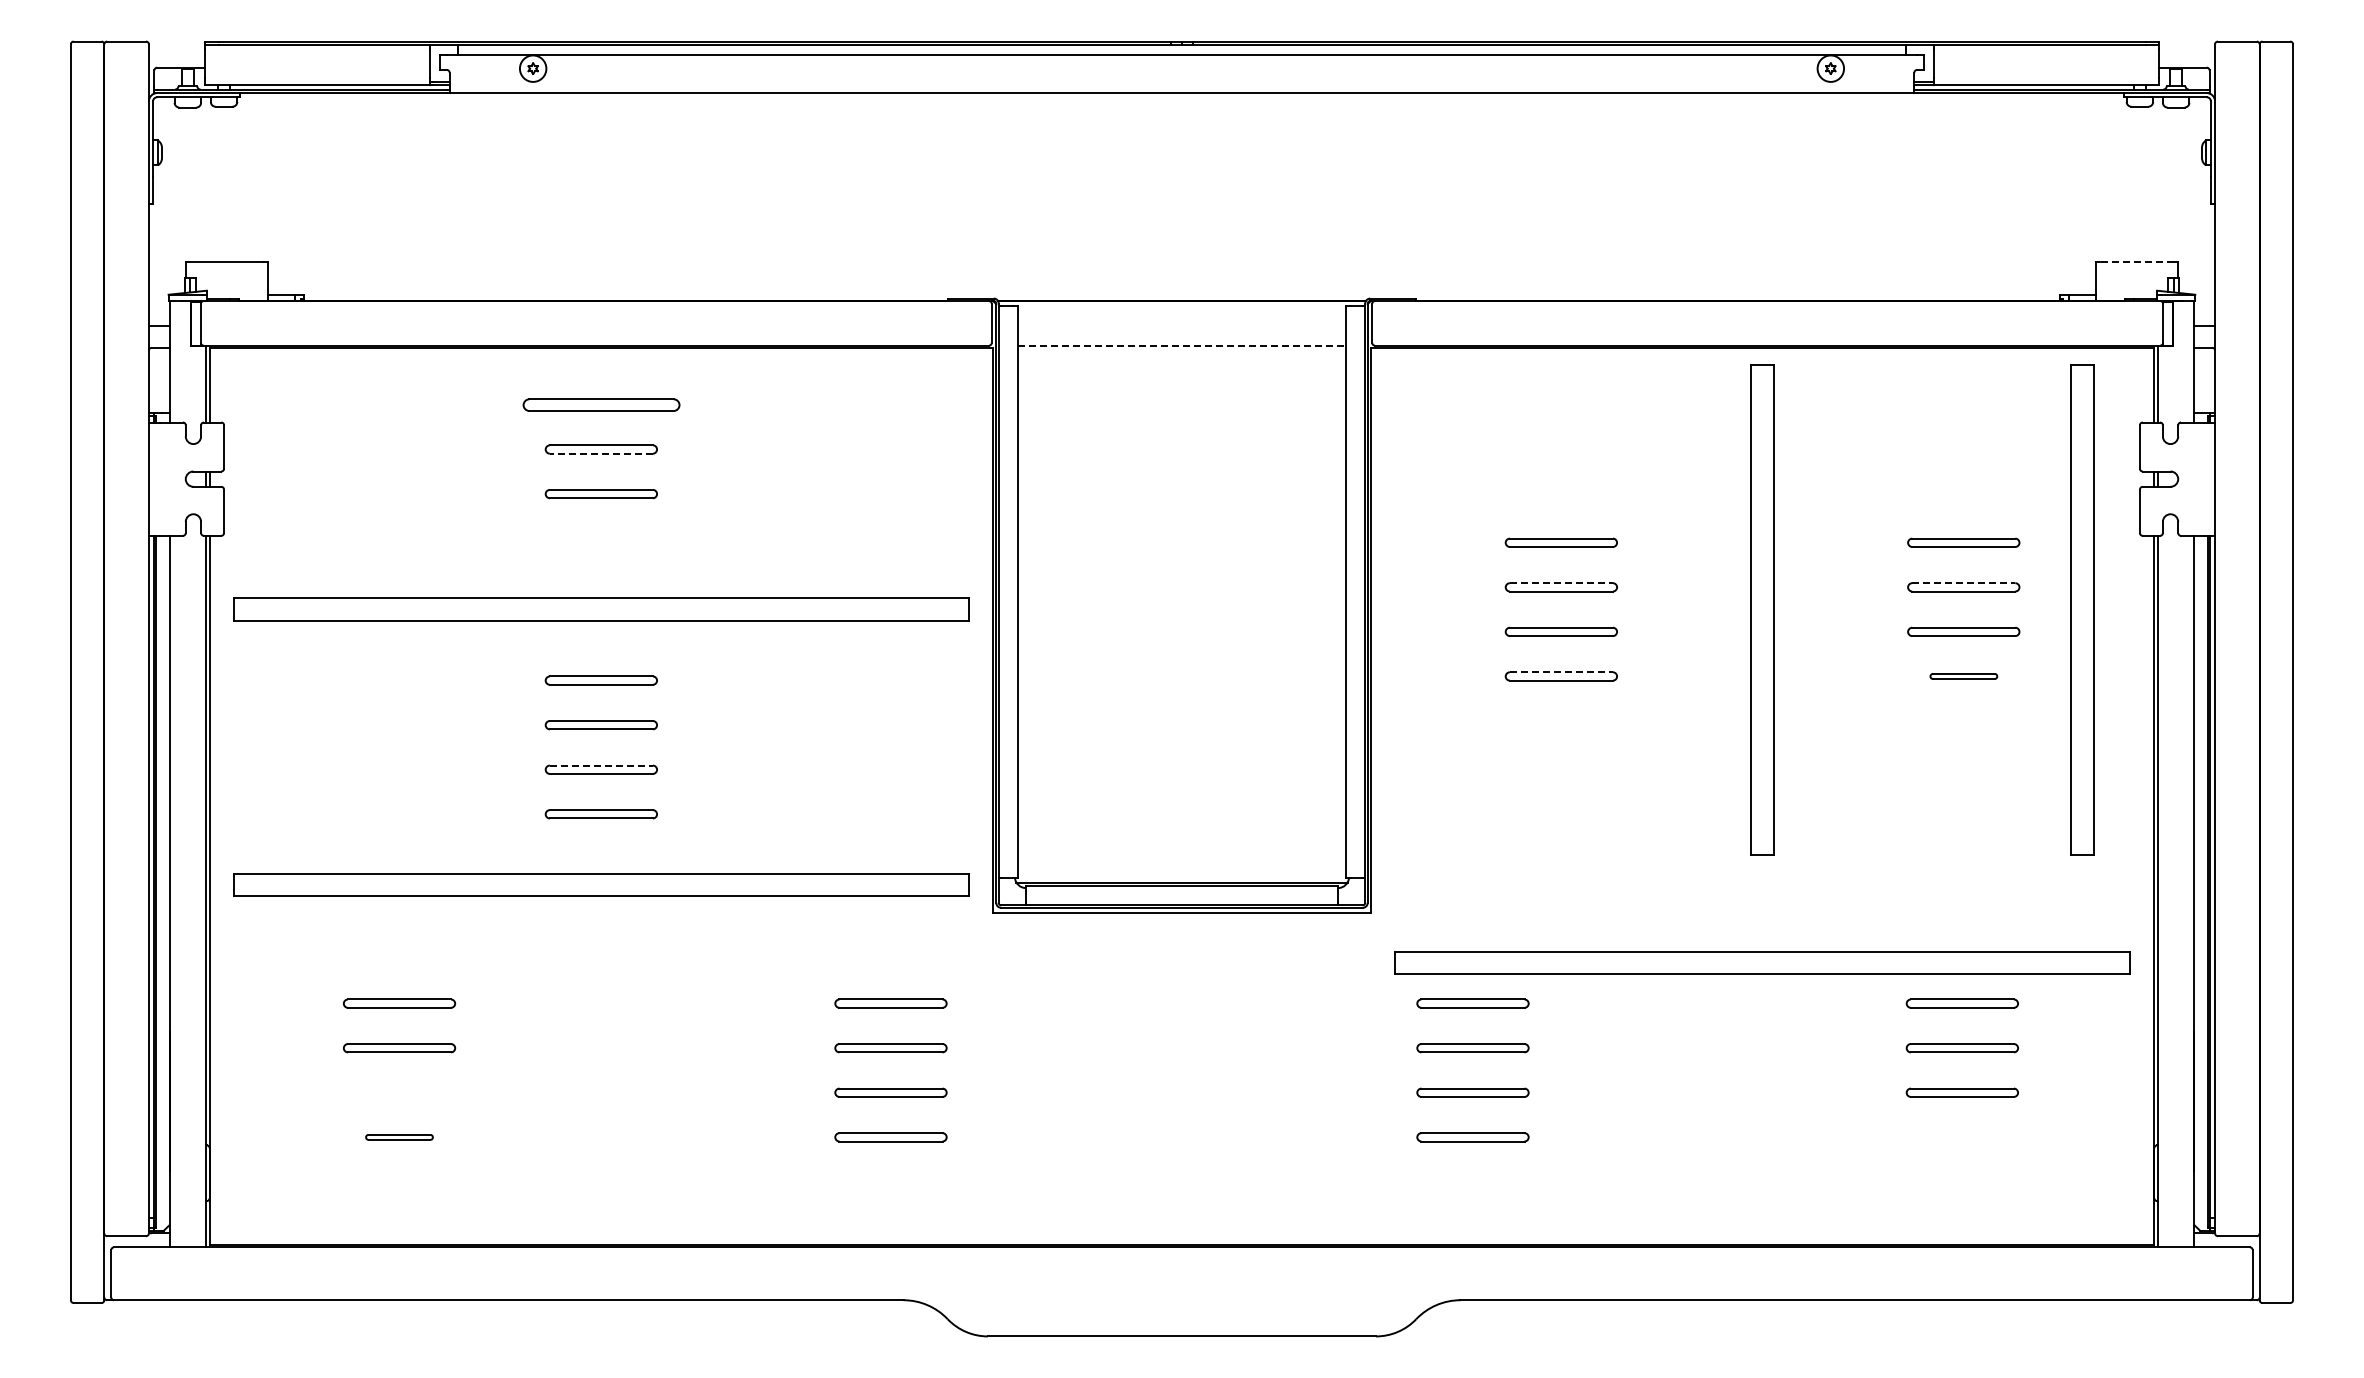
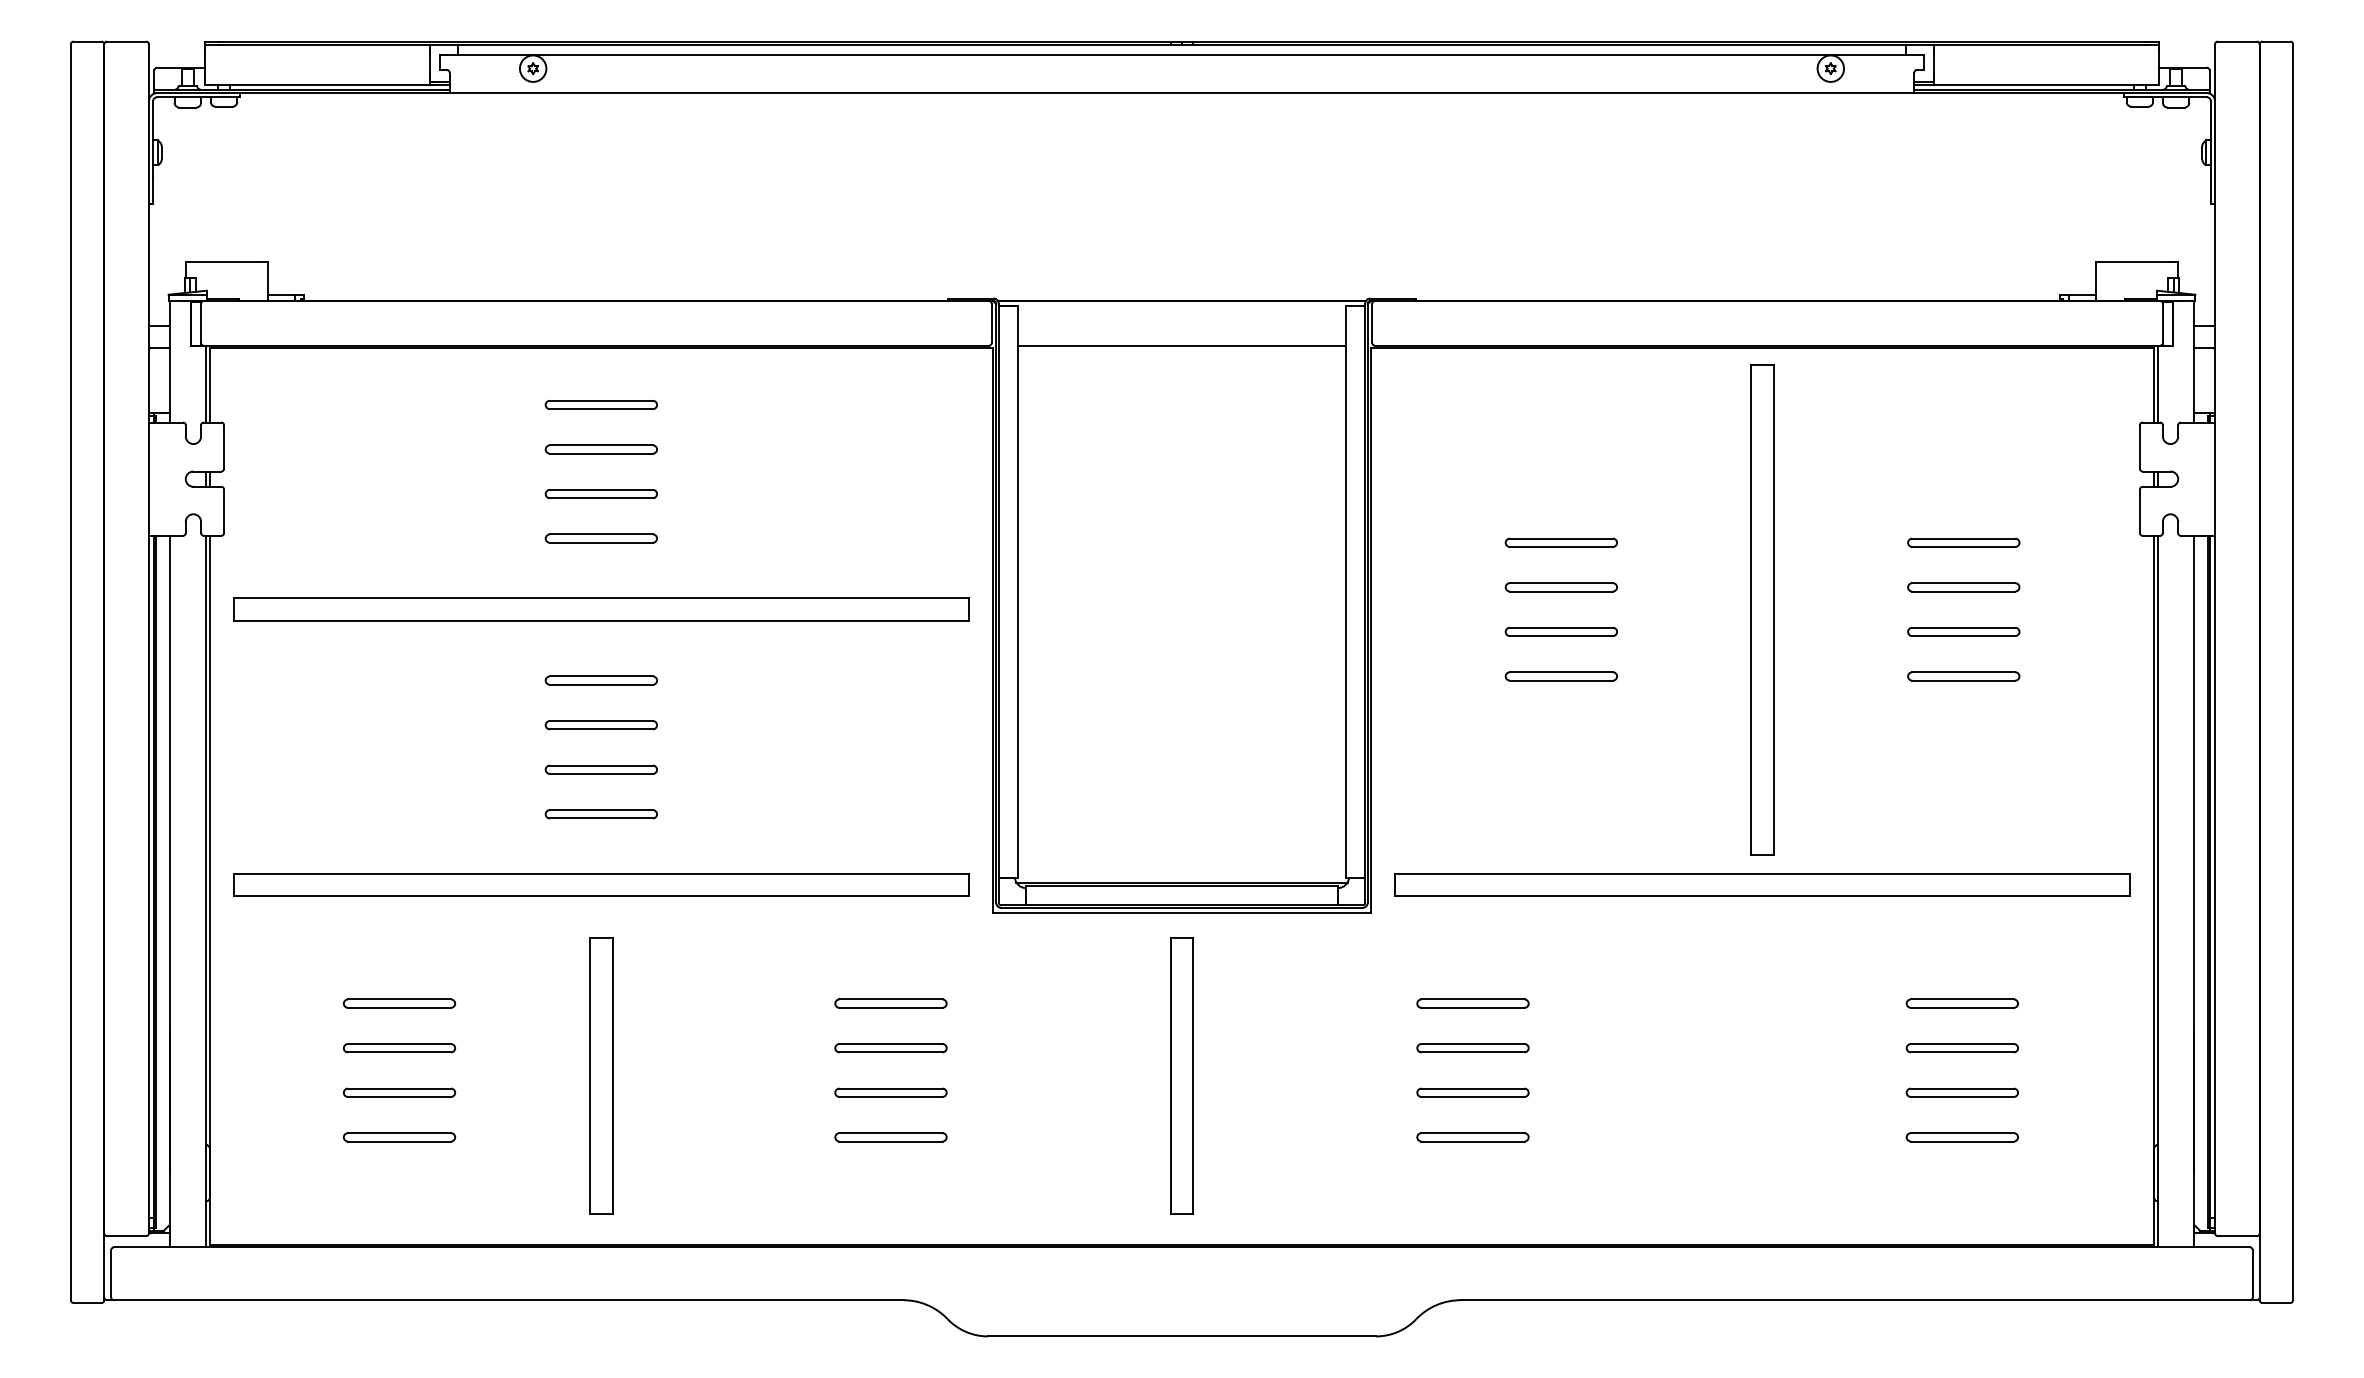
line at (2137, 261): dashed -> solid
line at (1182, 345): dashed -> solid
part at (601, 404) size: 159x14 px -> 114x11 px
line at (601, 453): dashed -> solid
part at (600, 538): none -> present
line at (1561, 583): dashed -> solid
line at (1963, 583): dashed -> solid
part at (2082, 609): present -> none
line at (1561, 672): dashed -> solid
part at (1963, 676) size: 70x7 px -> 114x11 px
line at (601, 765): dashed -> solid
part at (1762, 962) position: (1762, 962) -> (1762, 884)
part at (601, 1075): none -> present
part at (1181, 1075): none -> present
part at (399, 1092): none -> present
part at (399, 1137) size: 69x7 px -> 115x11 px
part at (1961, 1137): none -> present
